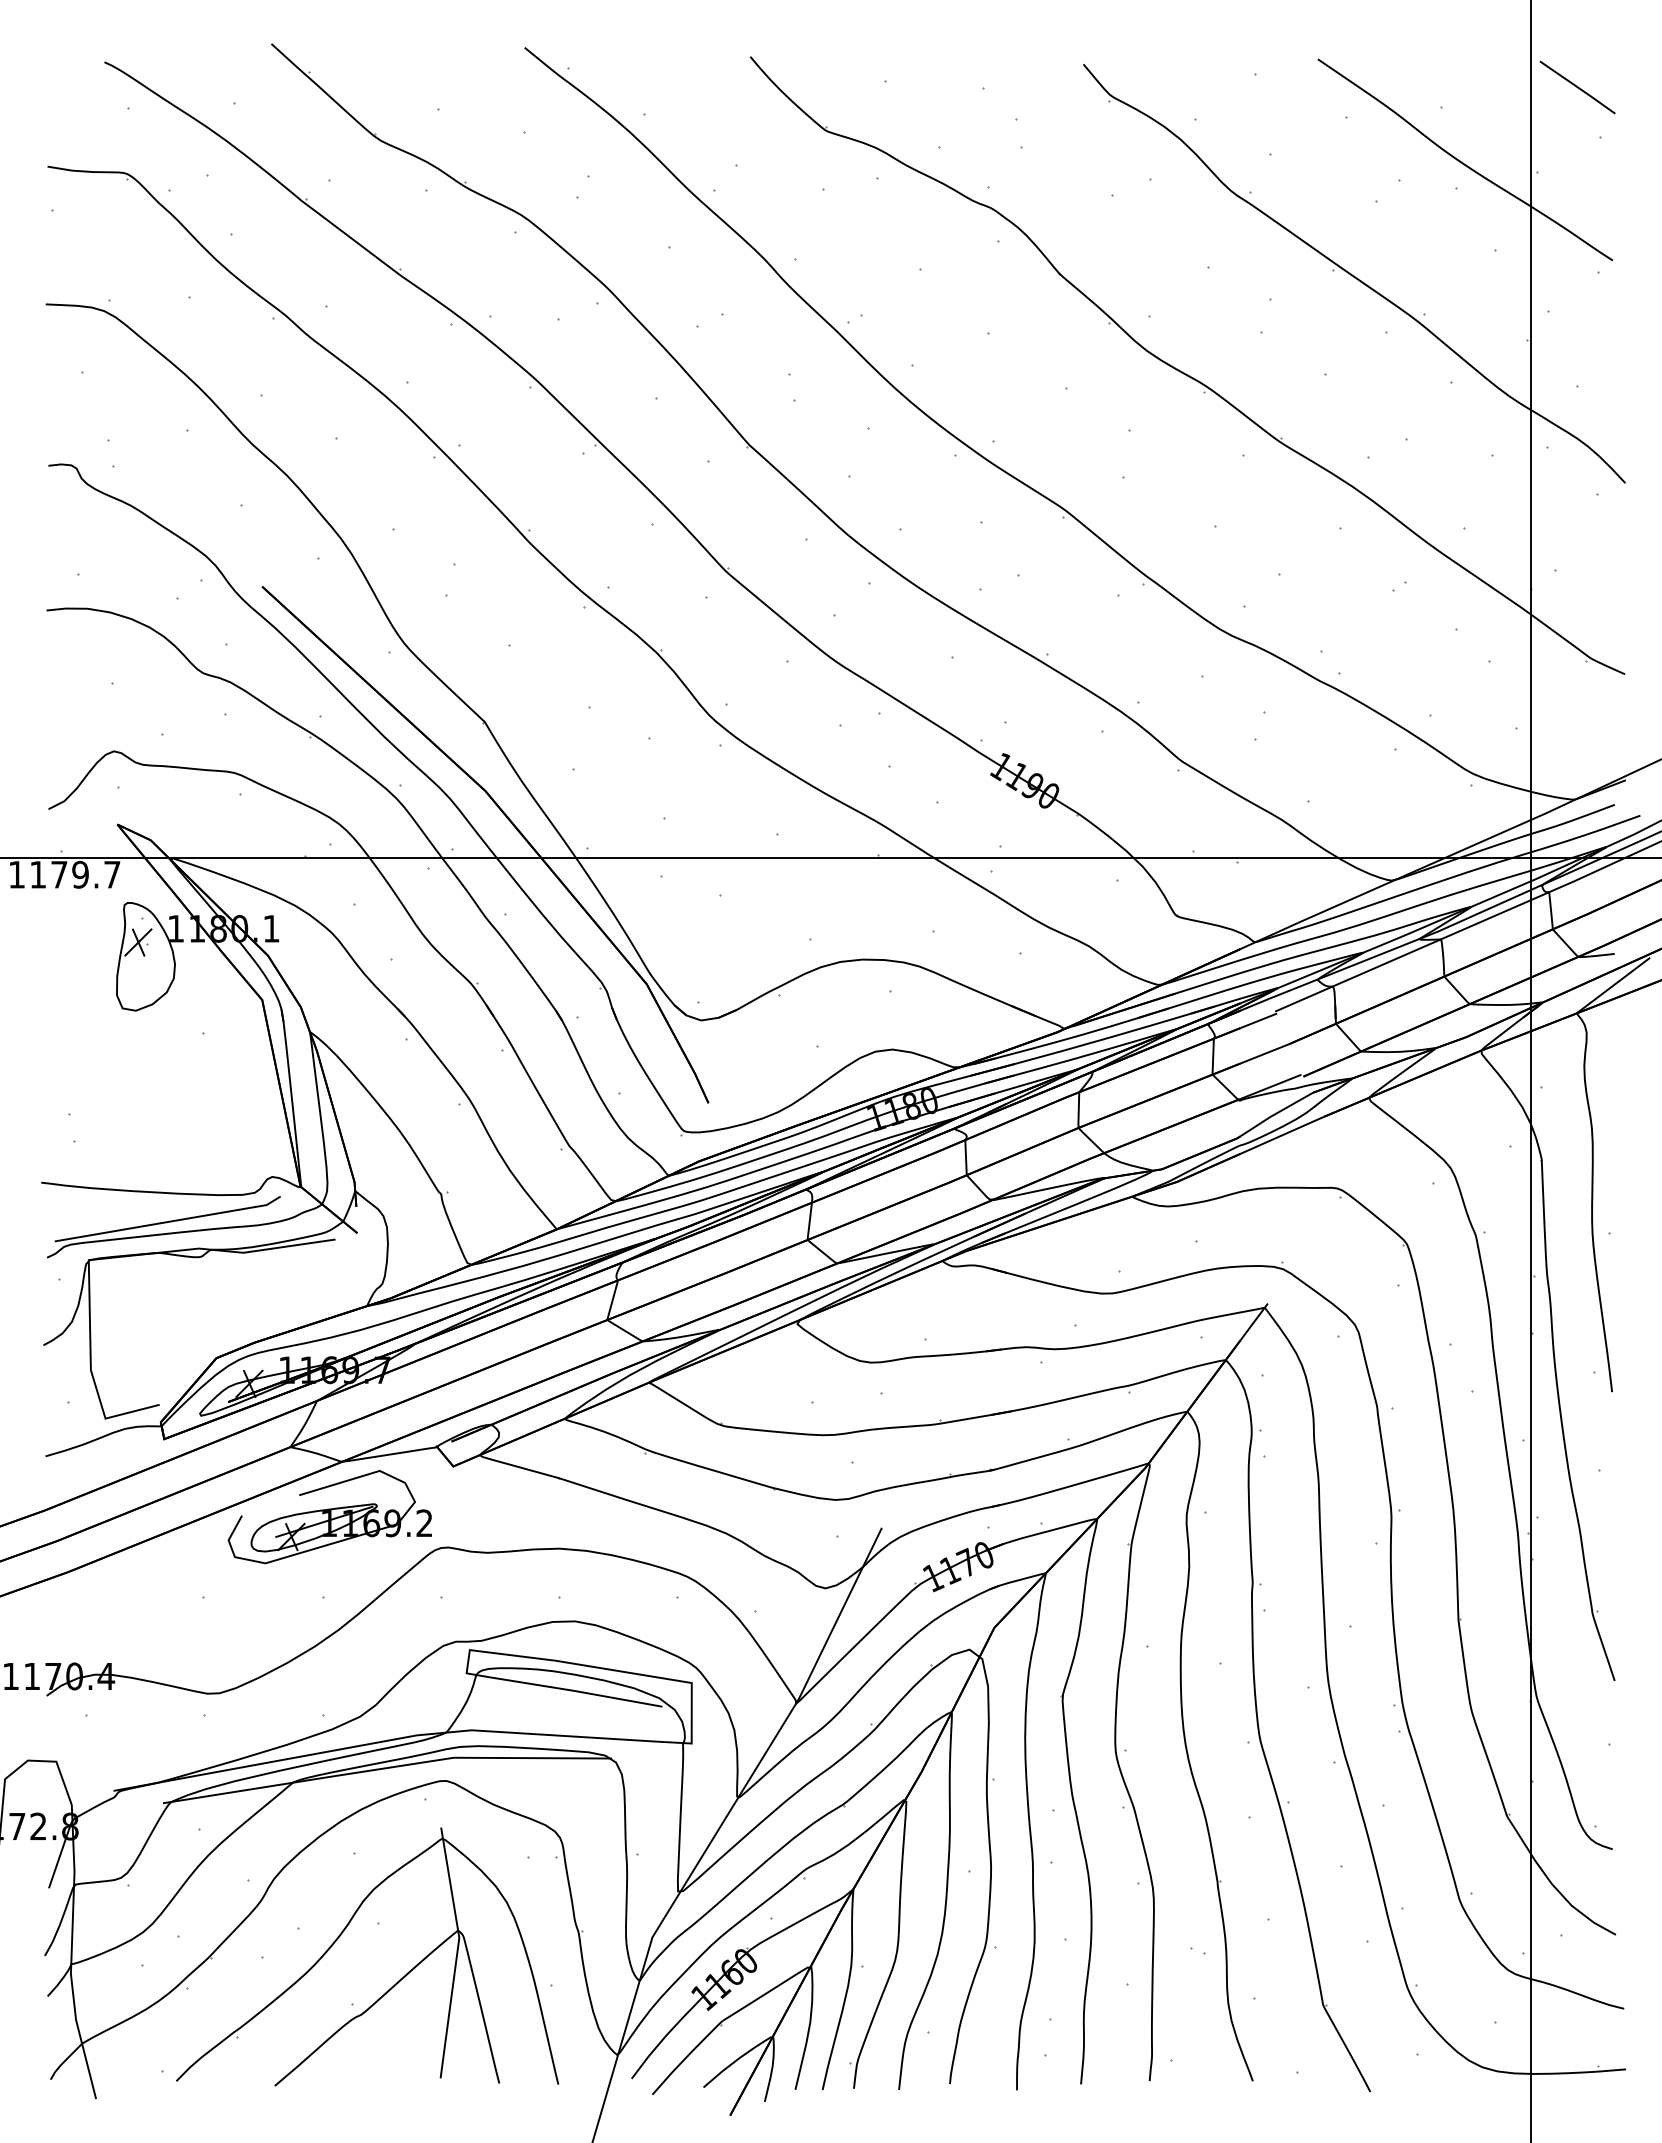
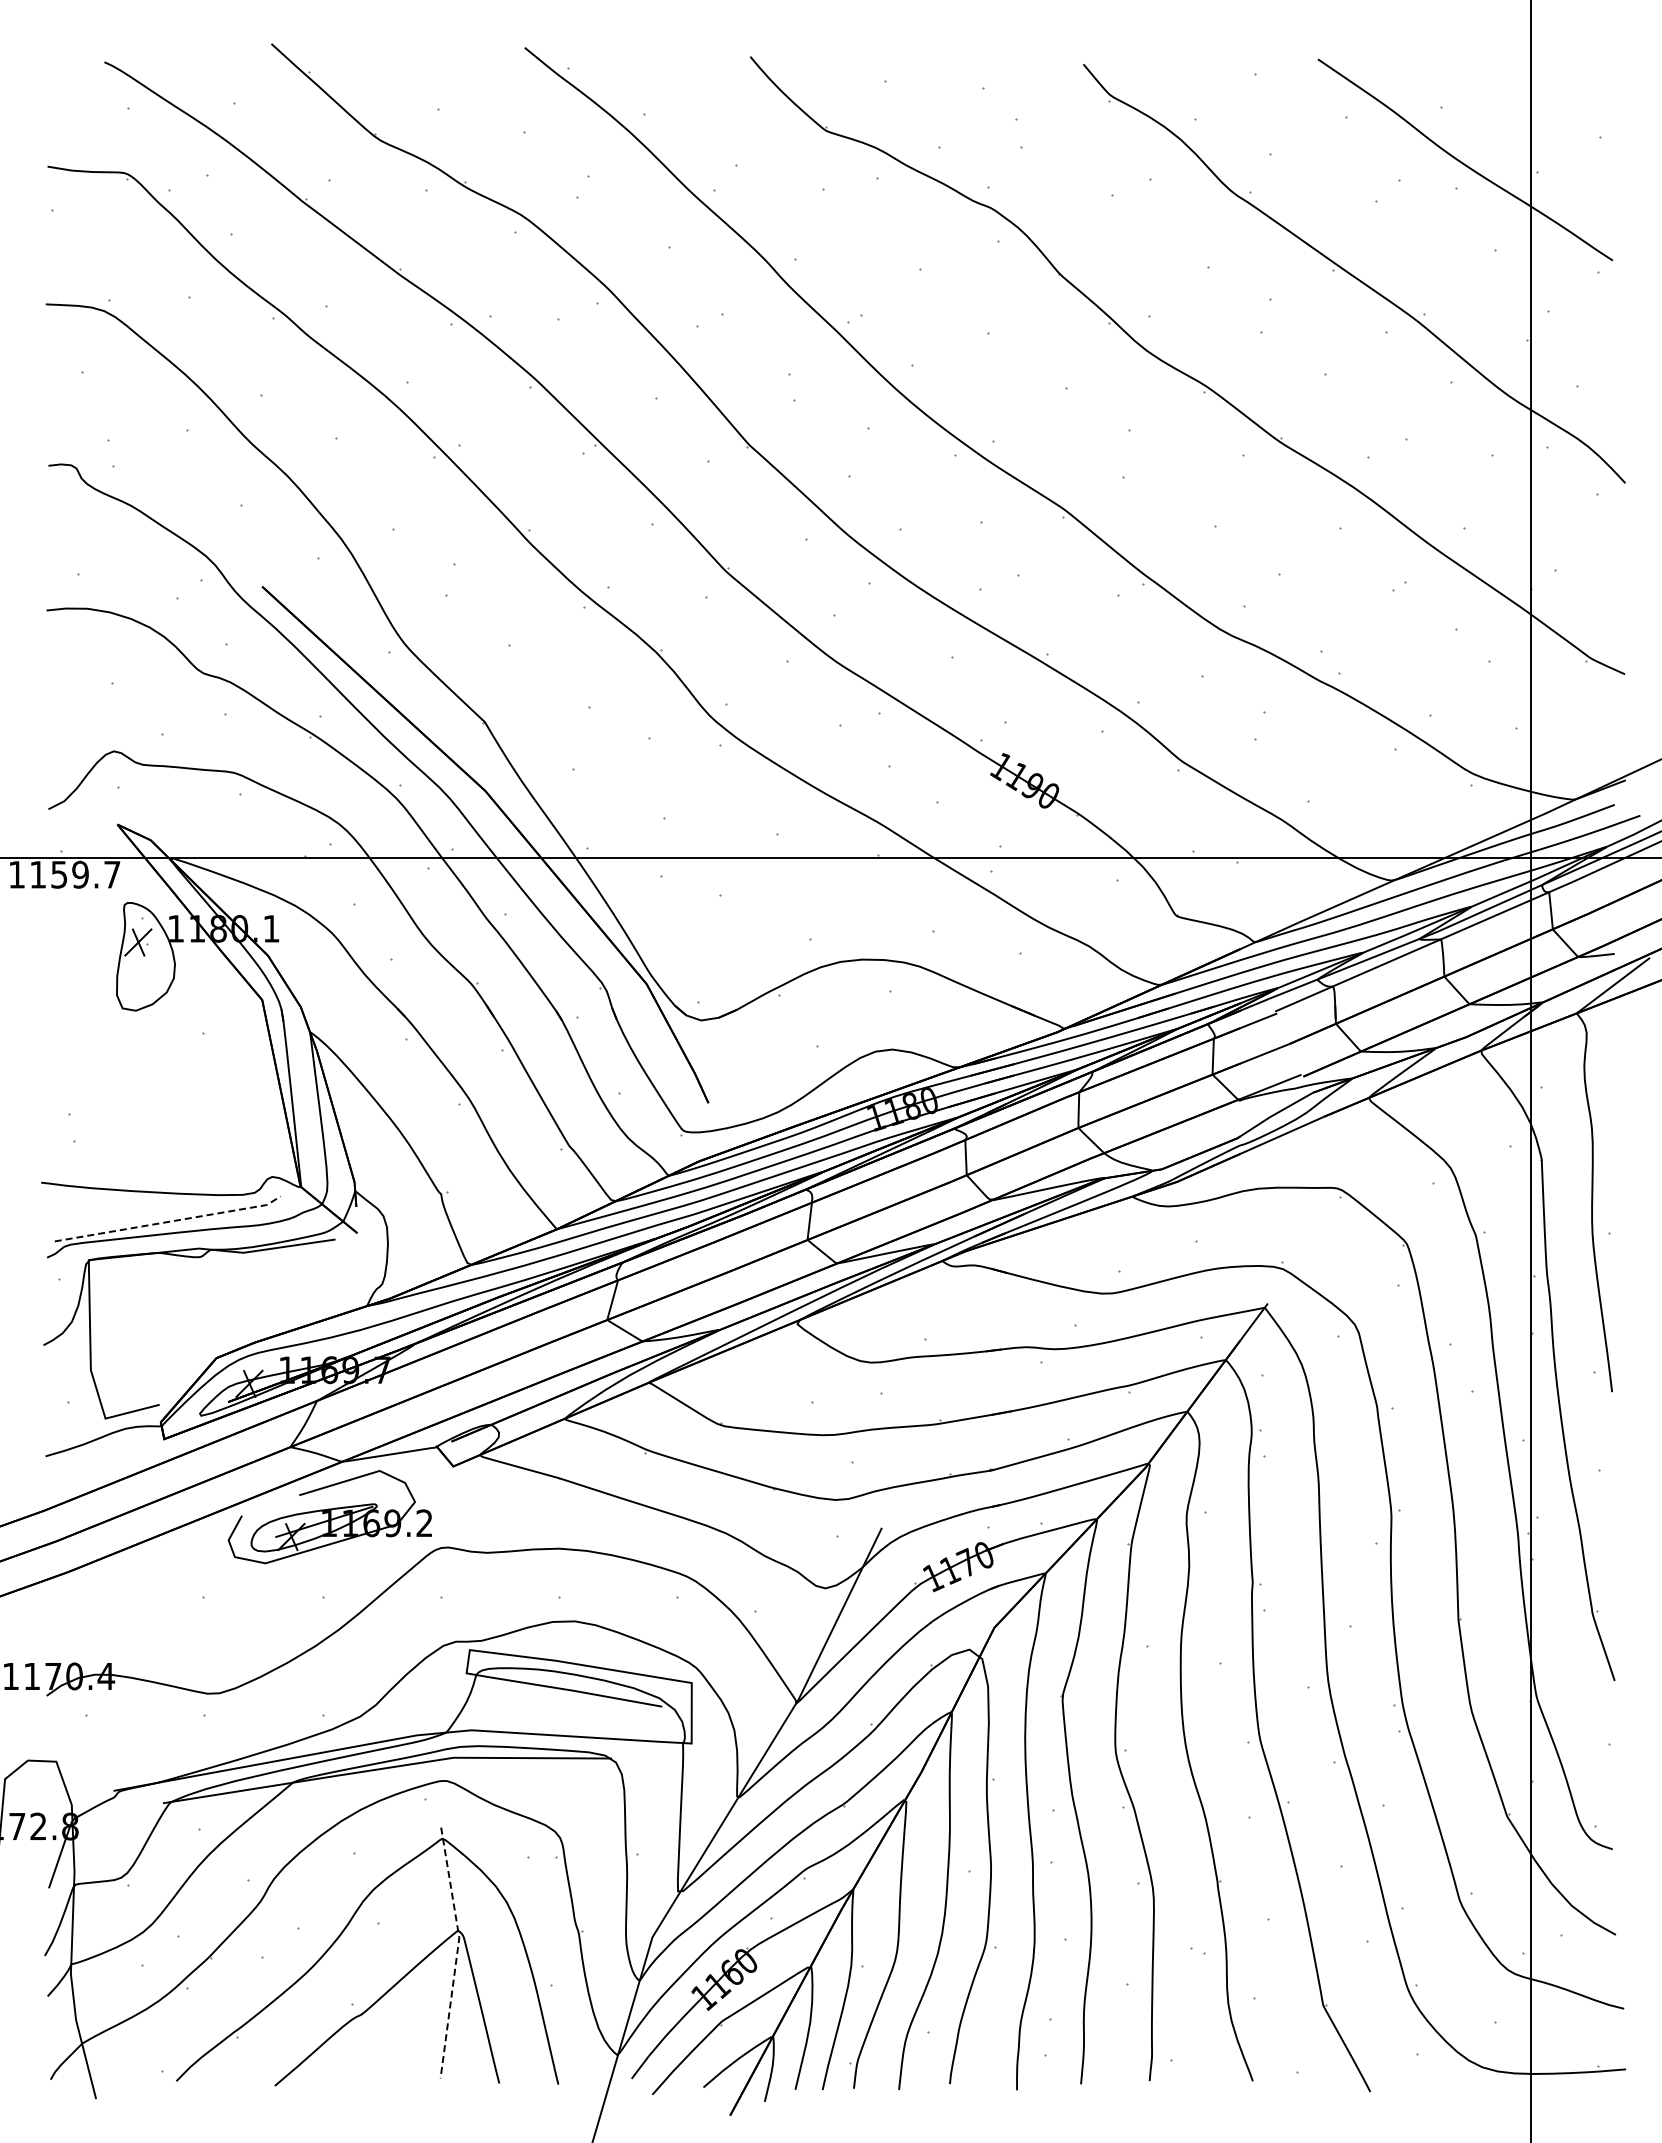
line at (1577, 87): present -> none
text at (59, 874): 1179.7 -> 1159.7
line at (169, 1221): solid -> dashed
line at (457, 1952): solid -> dashed
